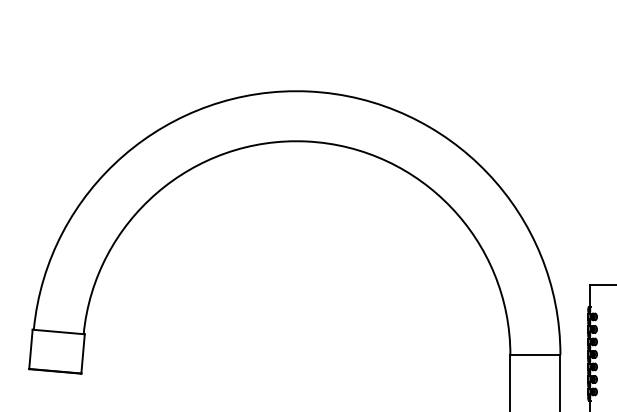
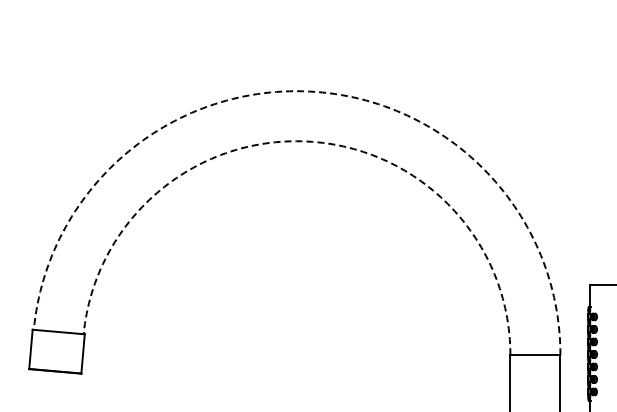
arc at (309, 91): solid -> dashed
arc at (306, 141): solid -> dashed
